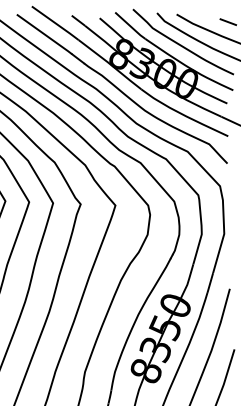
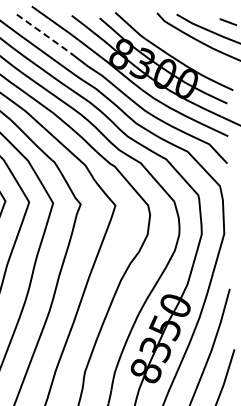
line at (45, 34): solid -> dashed
curve at (181, 44): present -> none
